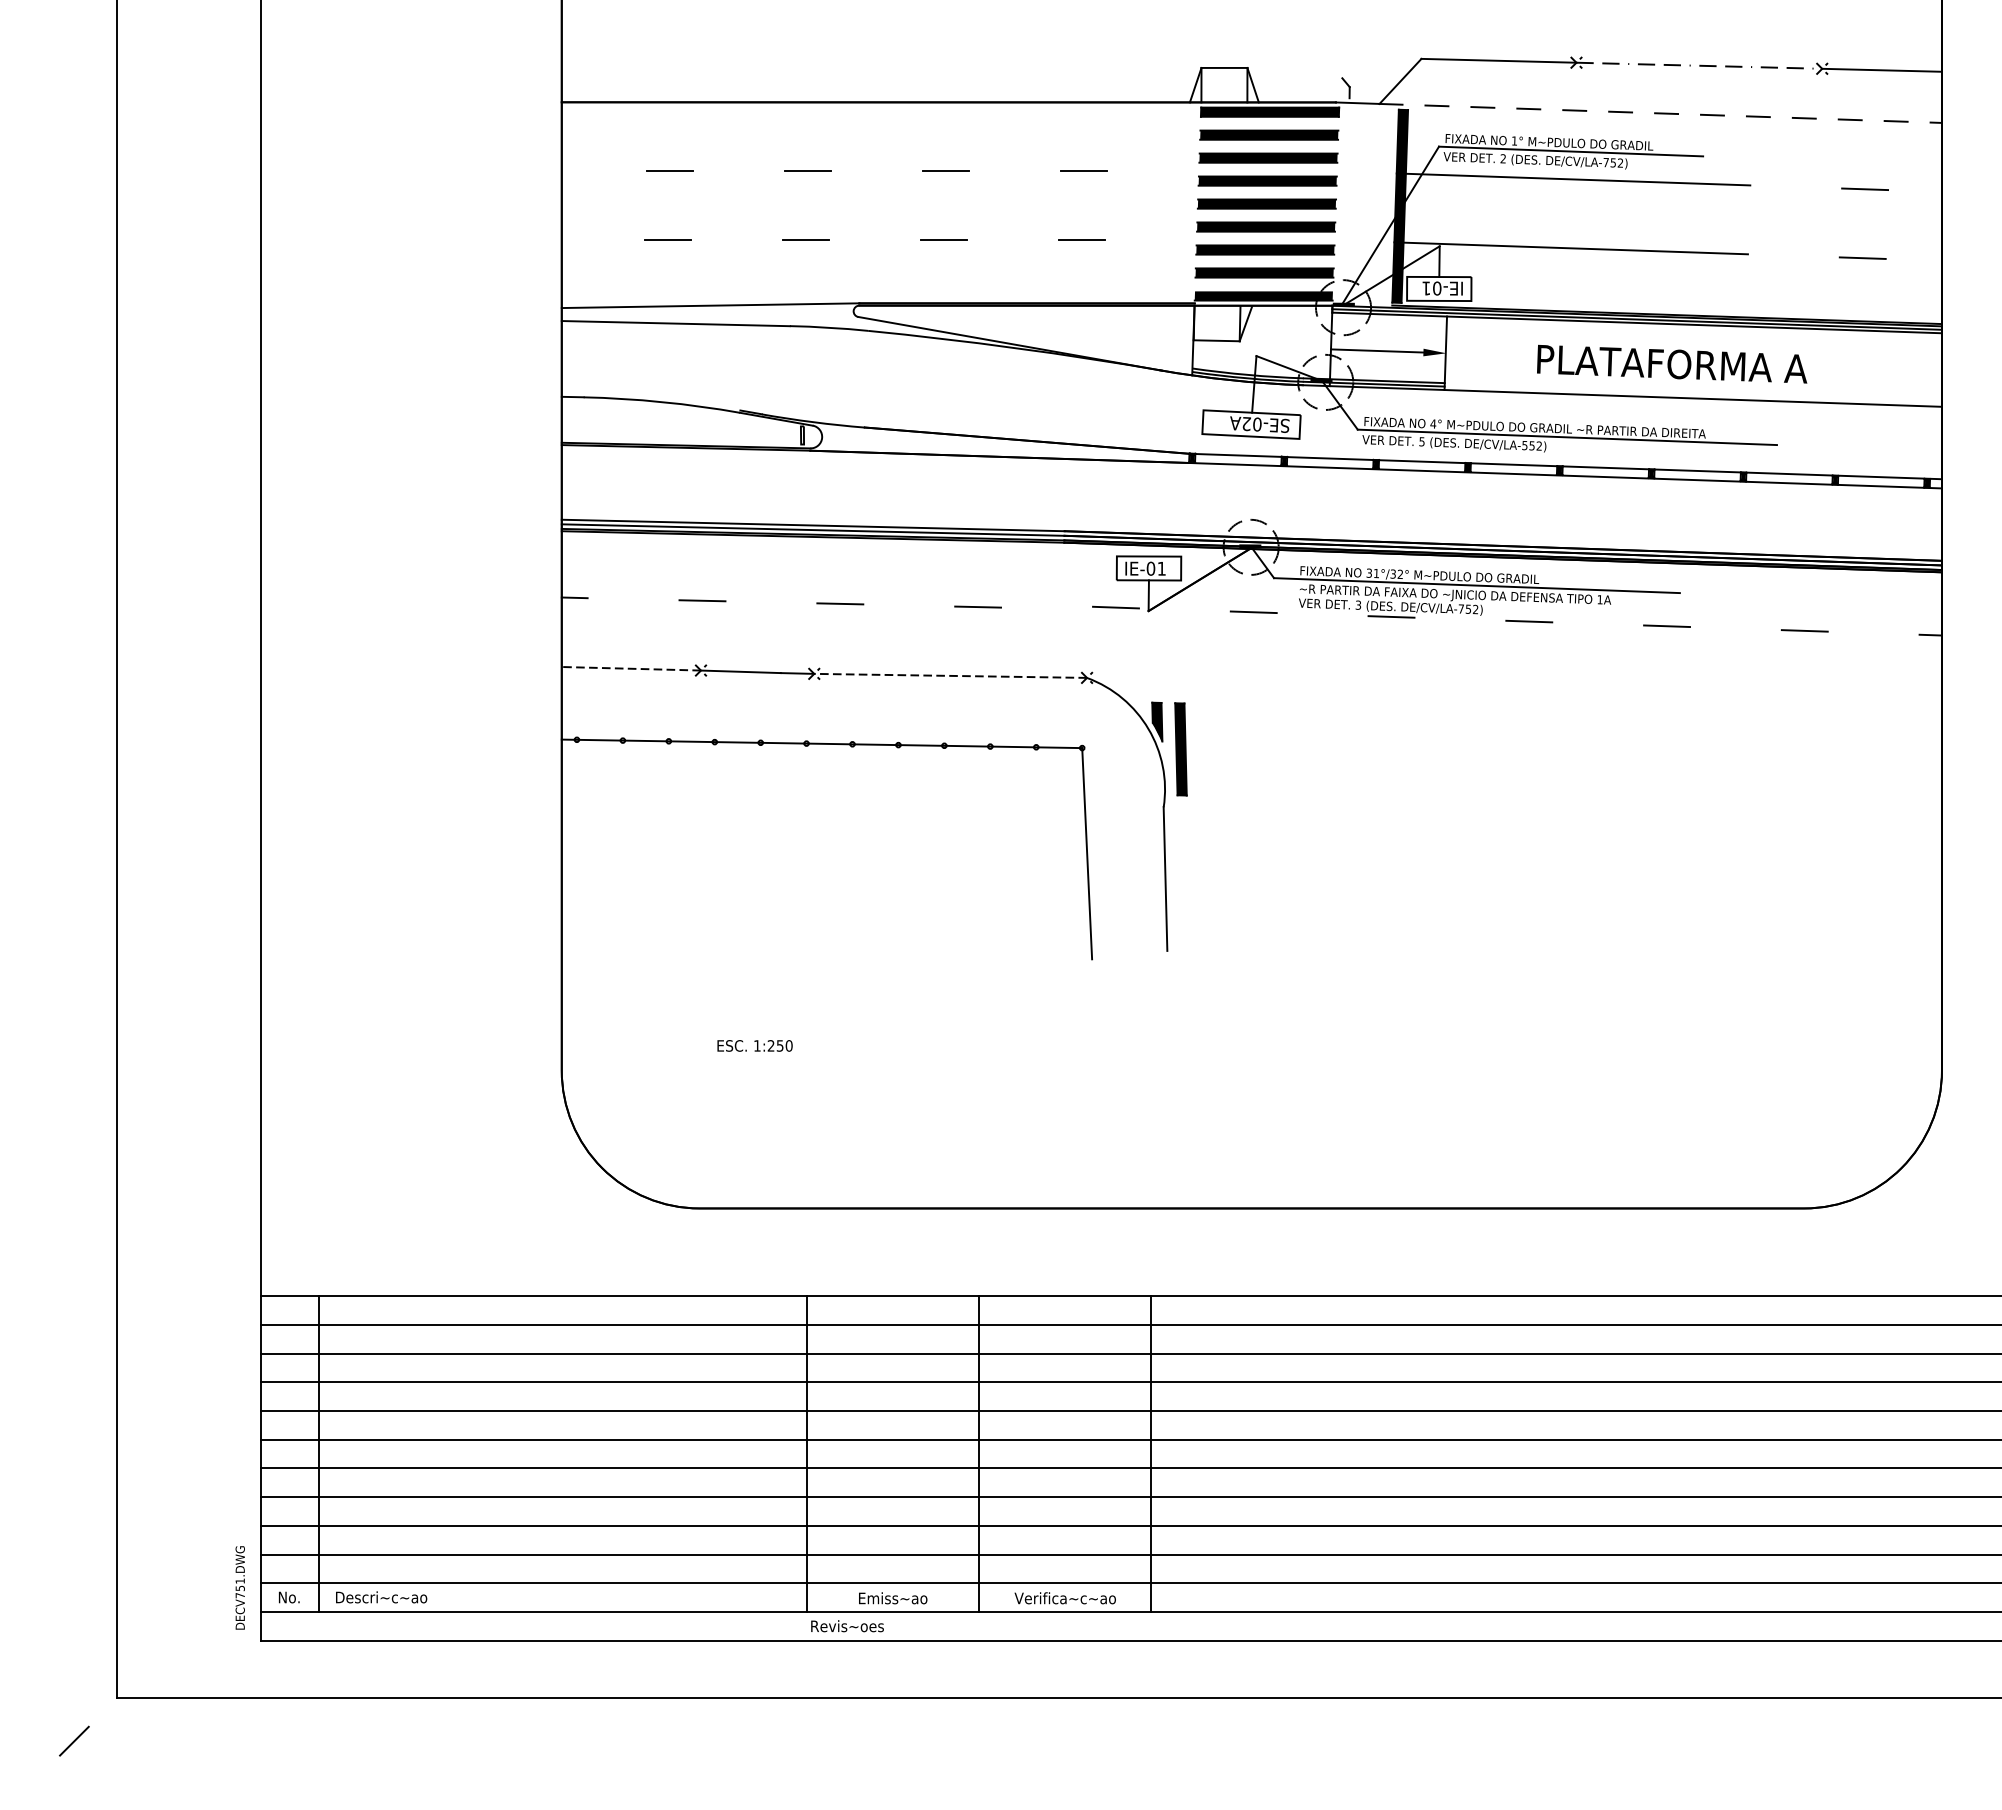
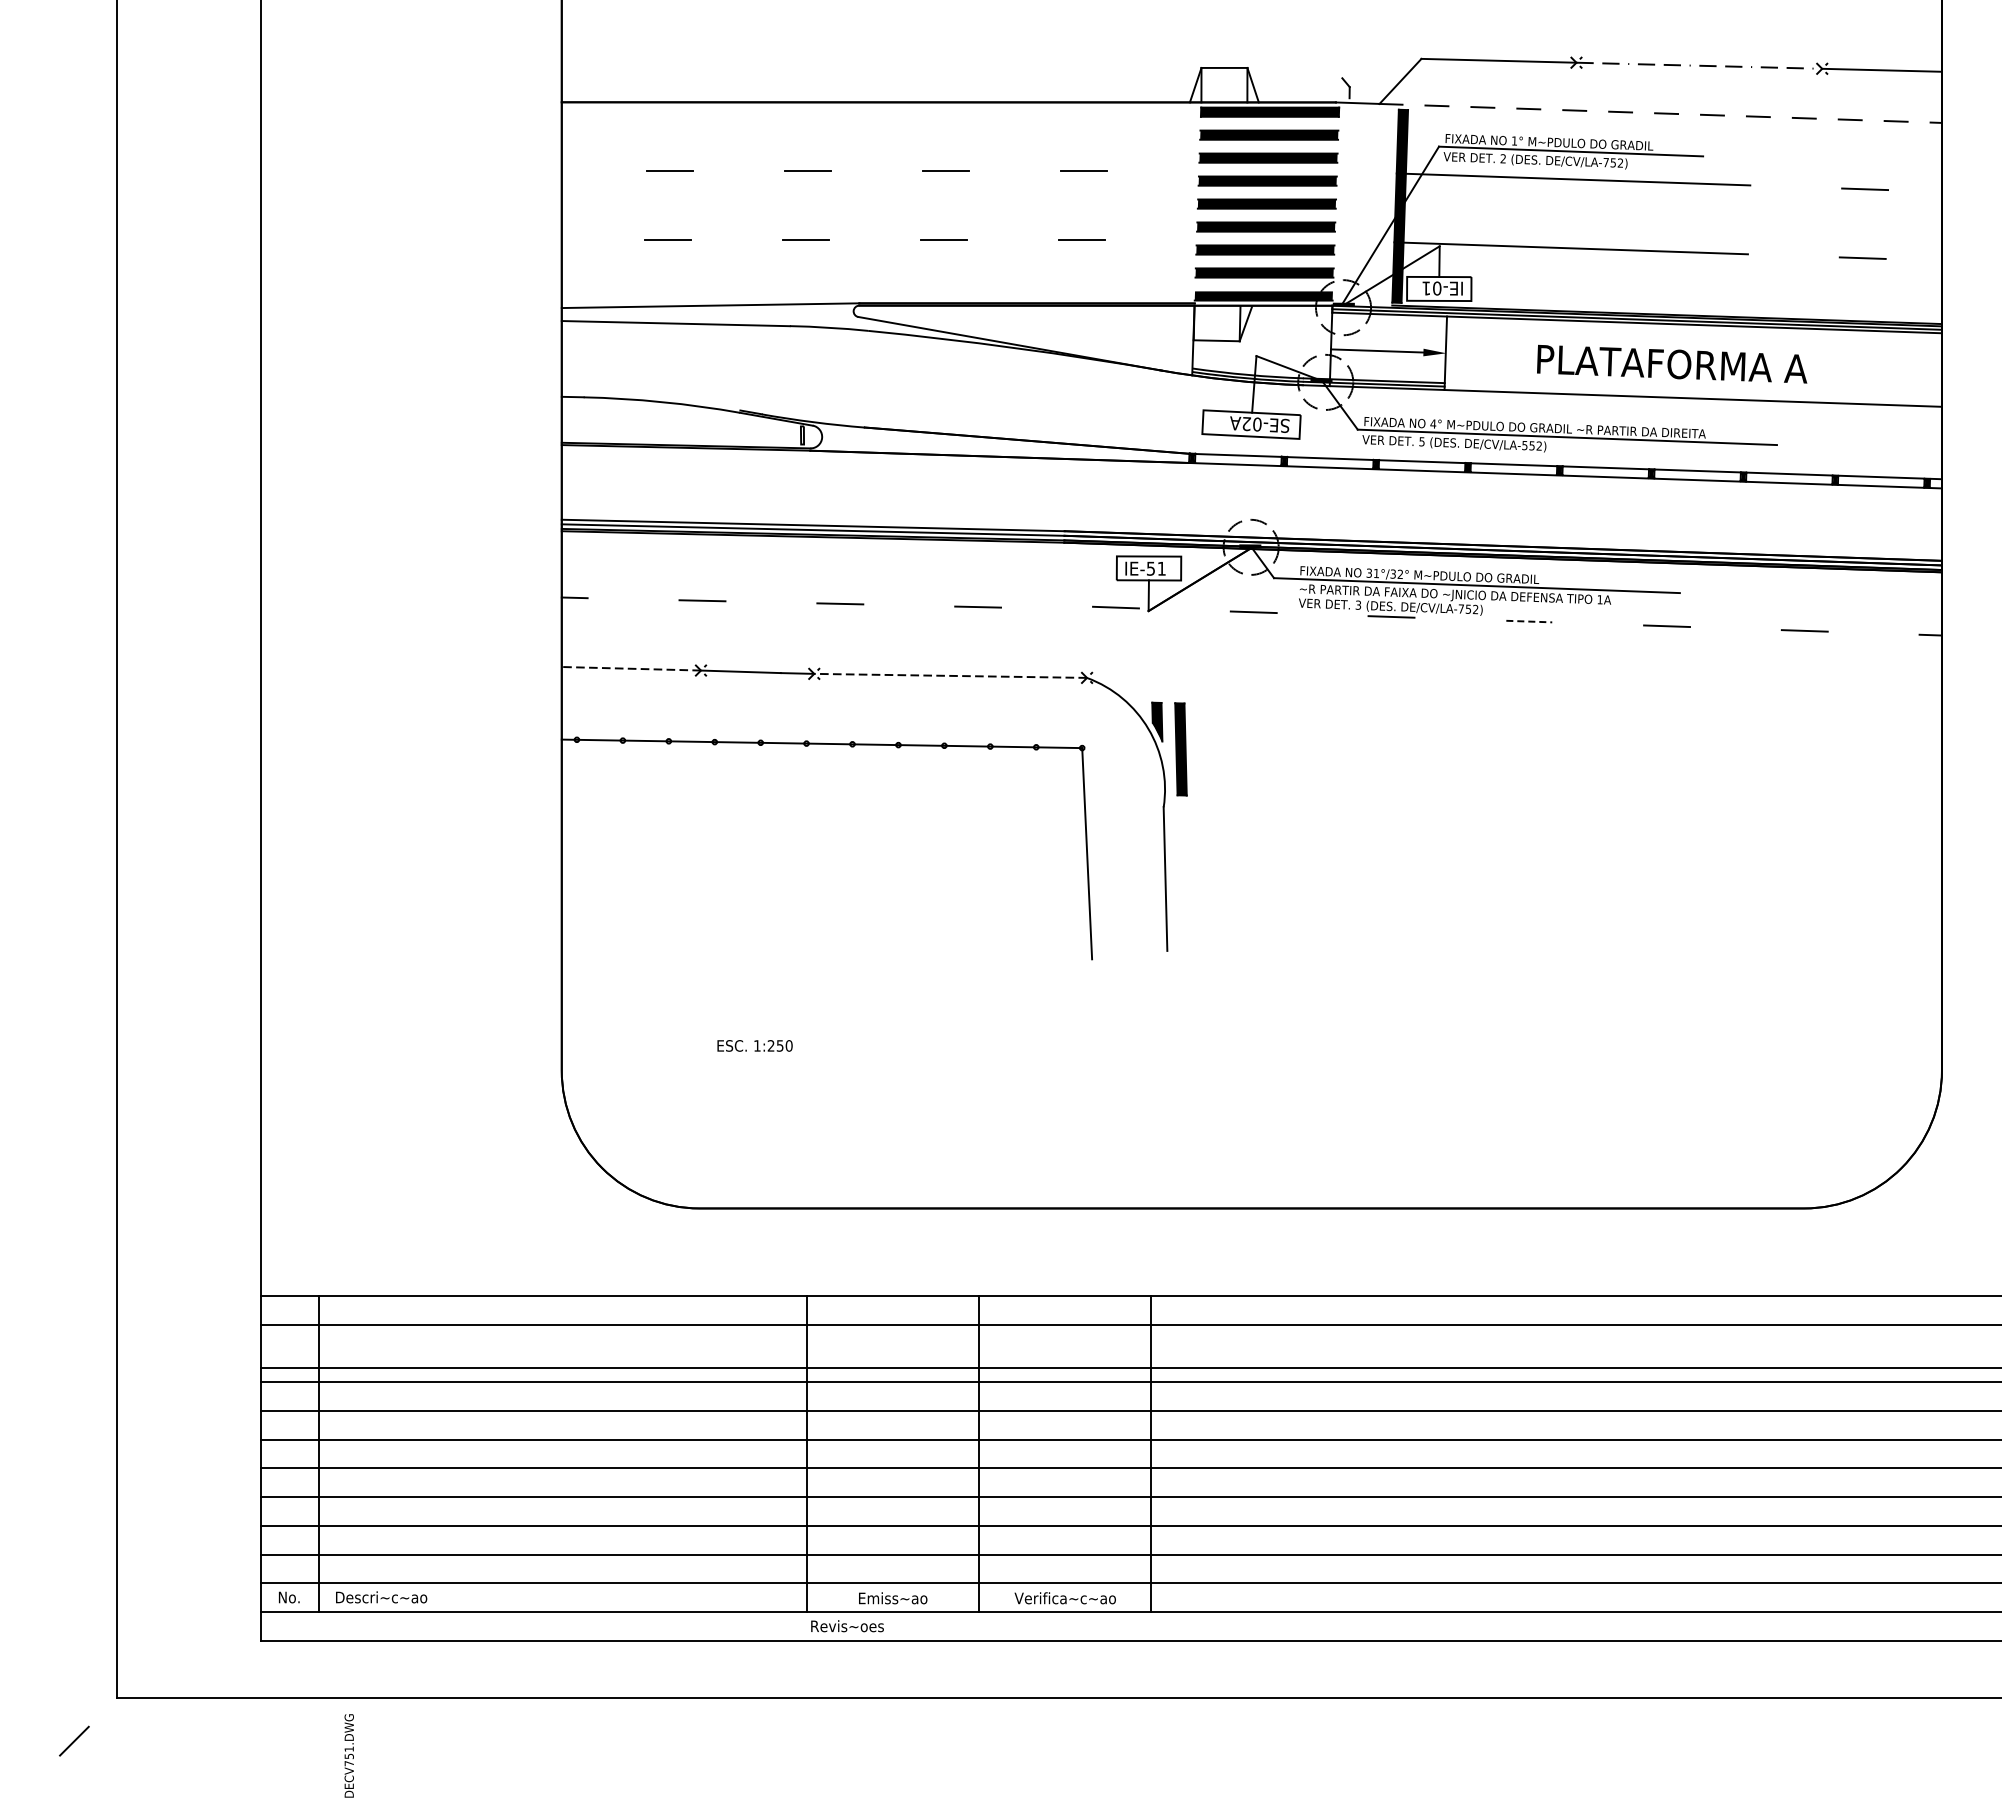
text at (1150, 568): IE-01 -> IE-51
line at (1529, 621): solid -> dashed
line at (1129, 1353) position: (1129, 1353) -> (1129, 1367)
text at (239, 1587) position: (239, 1587) -> (348, 1755)
